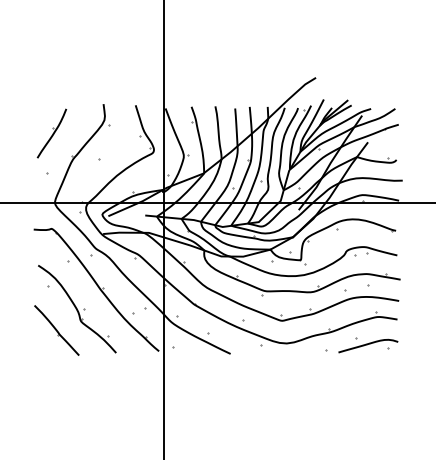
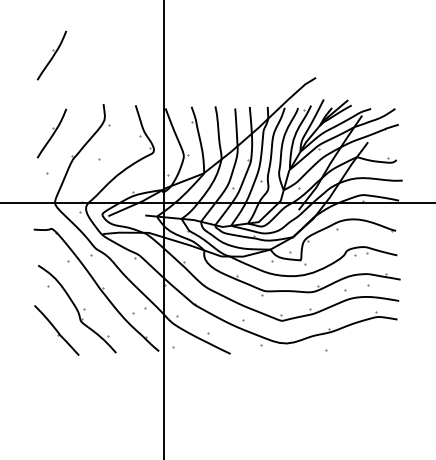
part at (51, 55): none -> present
part at (368, 345): present -> none
